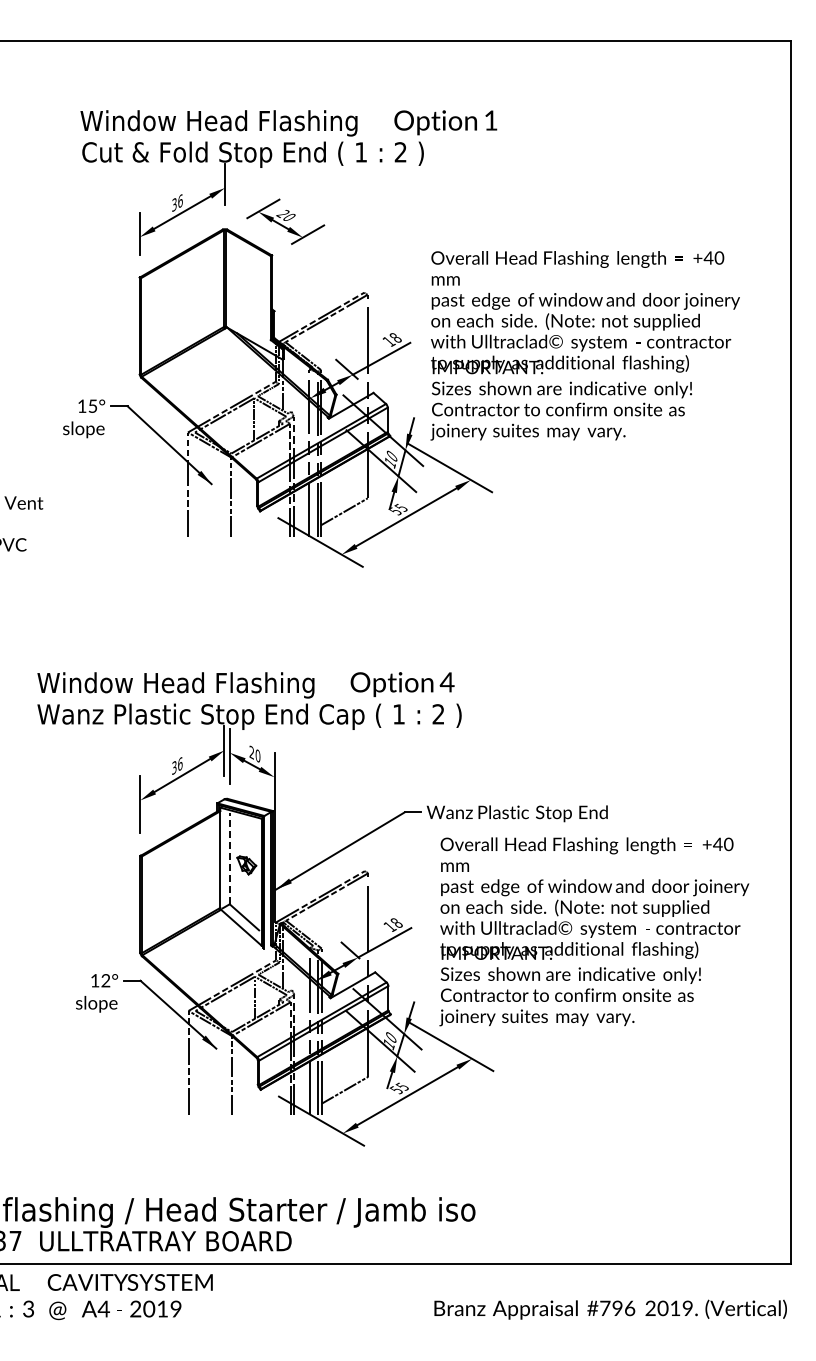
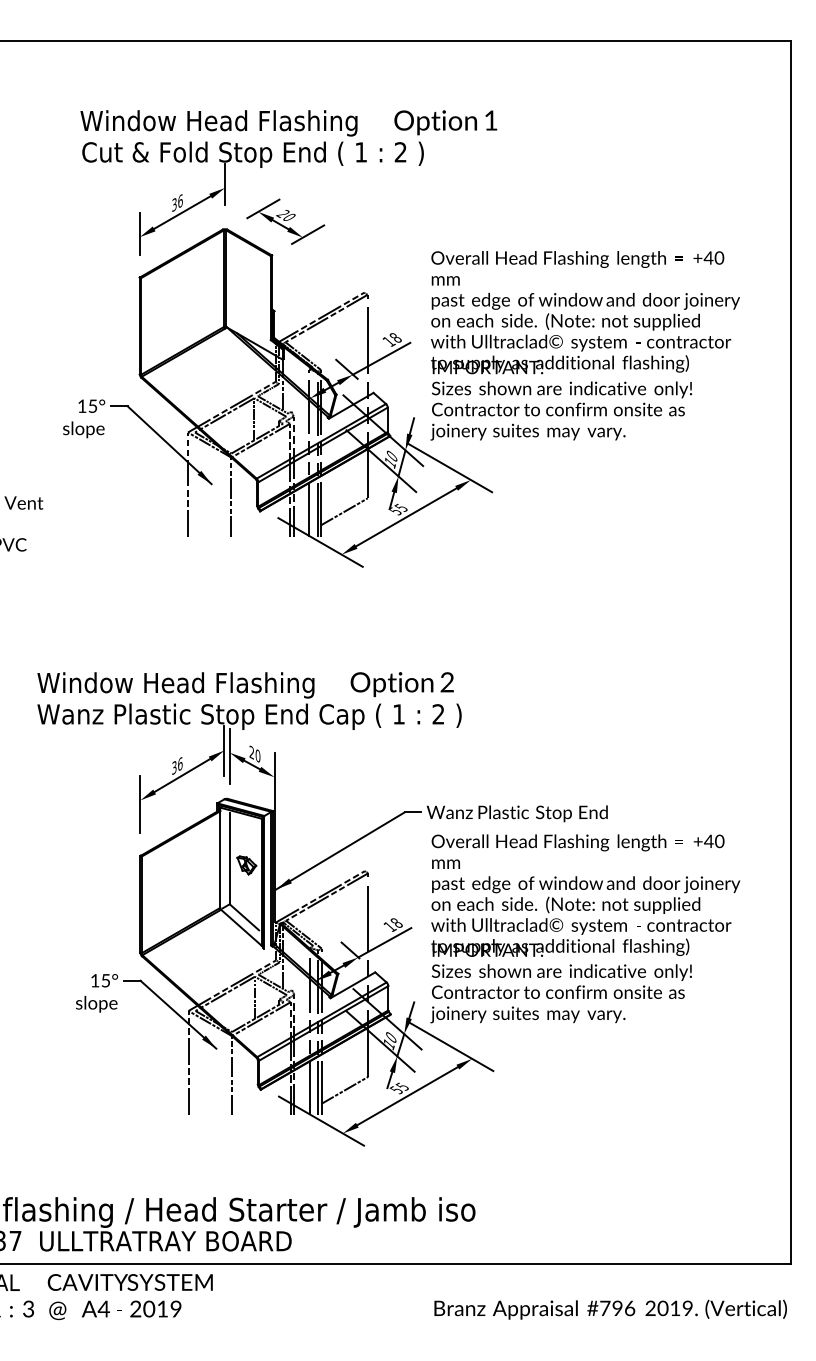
text at (446, 682): 4 -> 2
line at (229, 858): dashed -> solid
text at (594, 931) position: (594, 931) -> (585, 928)
text at (105, 980): 12° -> 15°
